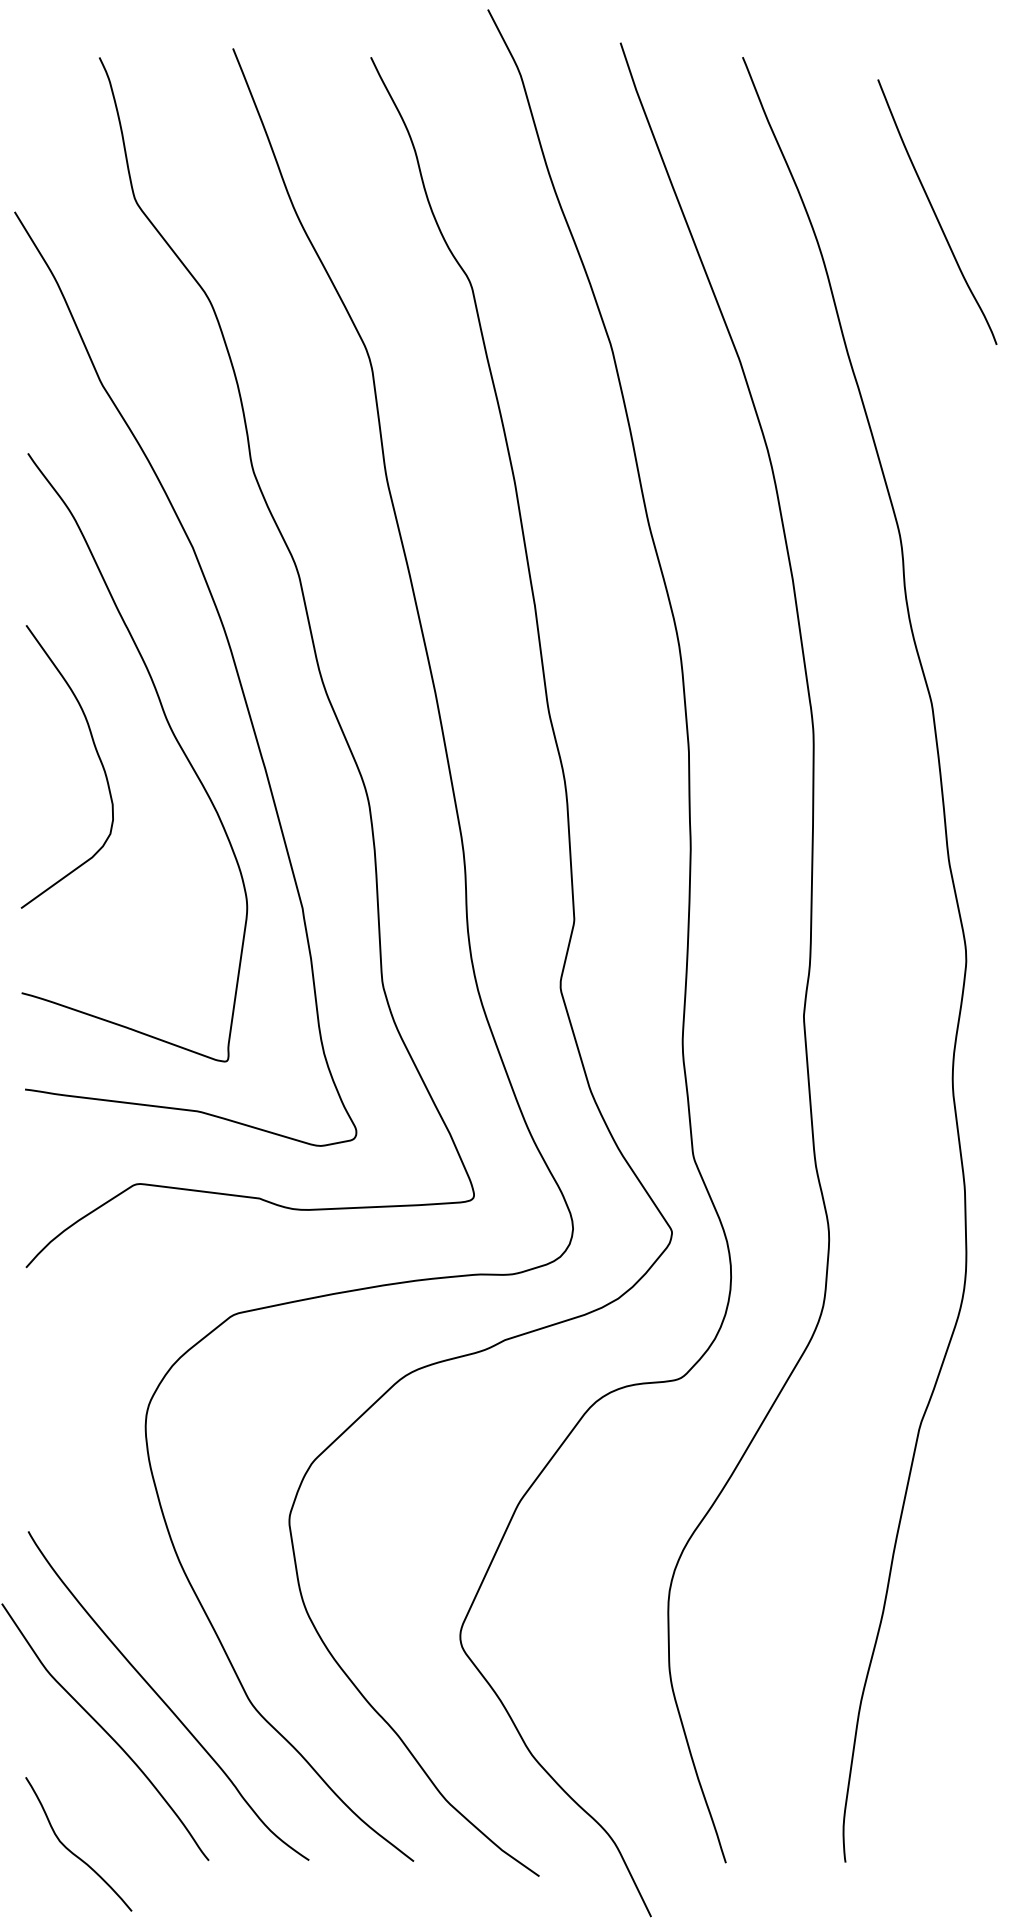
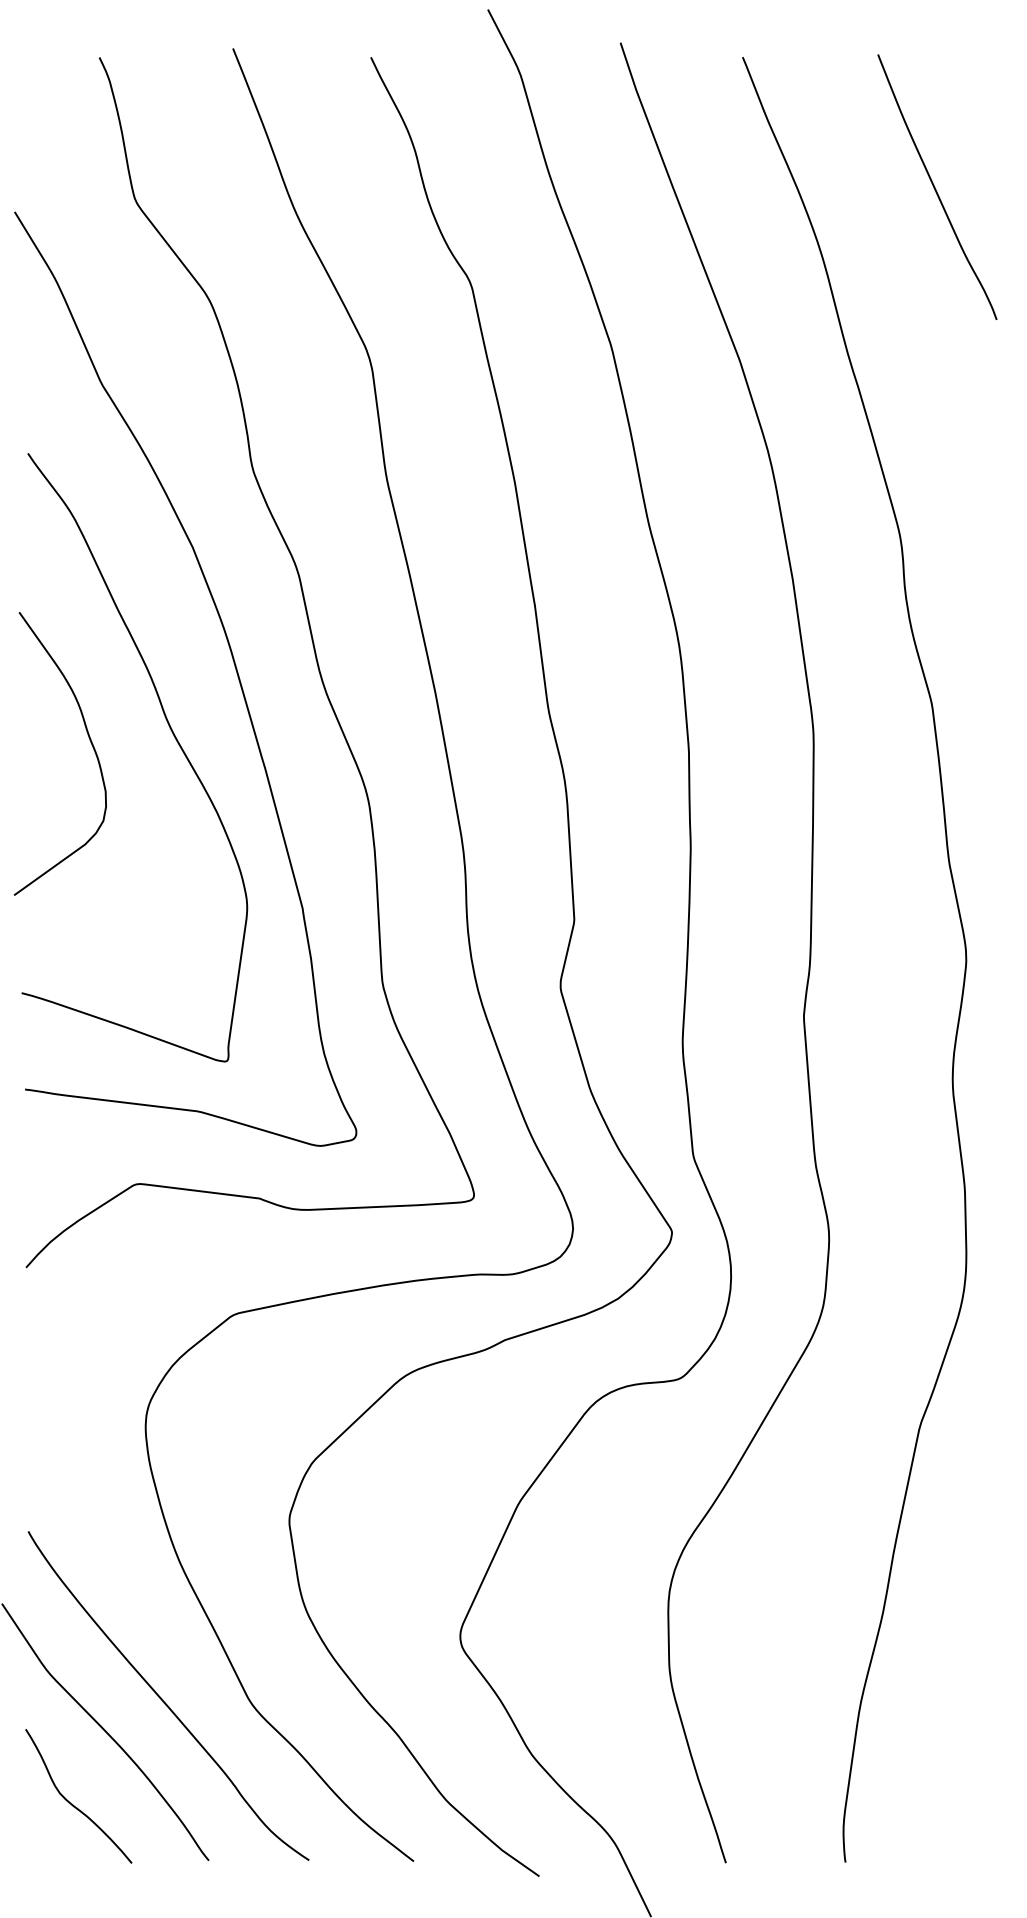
curve at (935, 212) position: (935, 212) -> (935, 187)
curve at (96, 753) position: (96, 753) -> (89, 740)
curve at (72, 1851) position: (72, 1851) -> (72, 1803)
